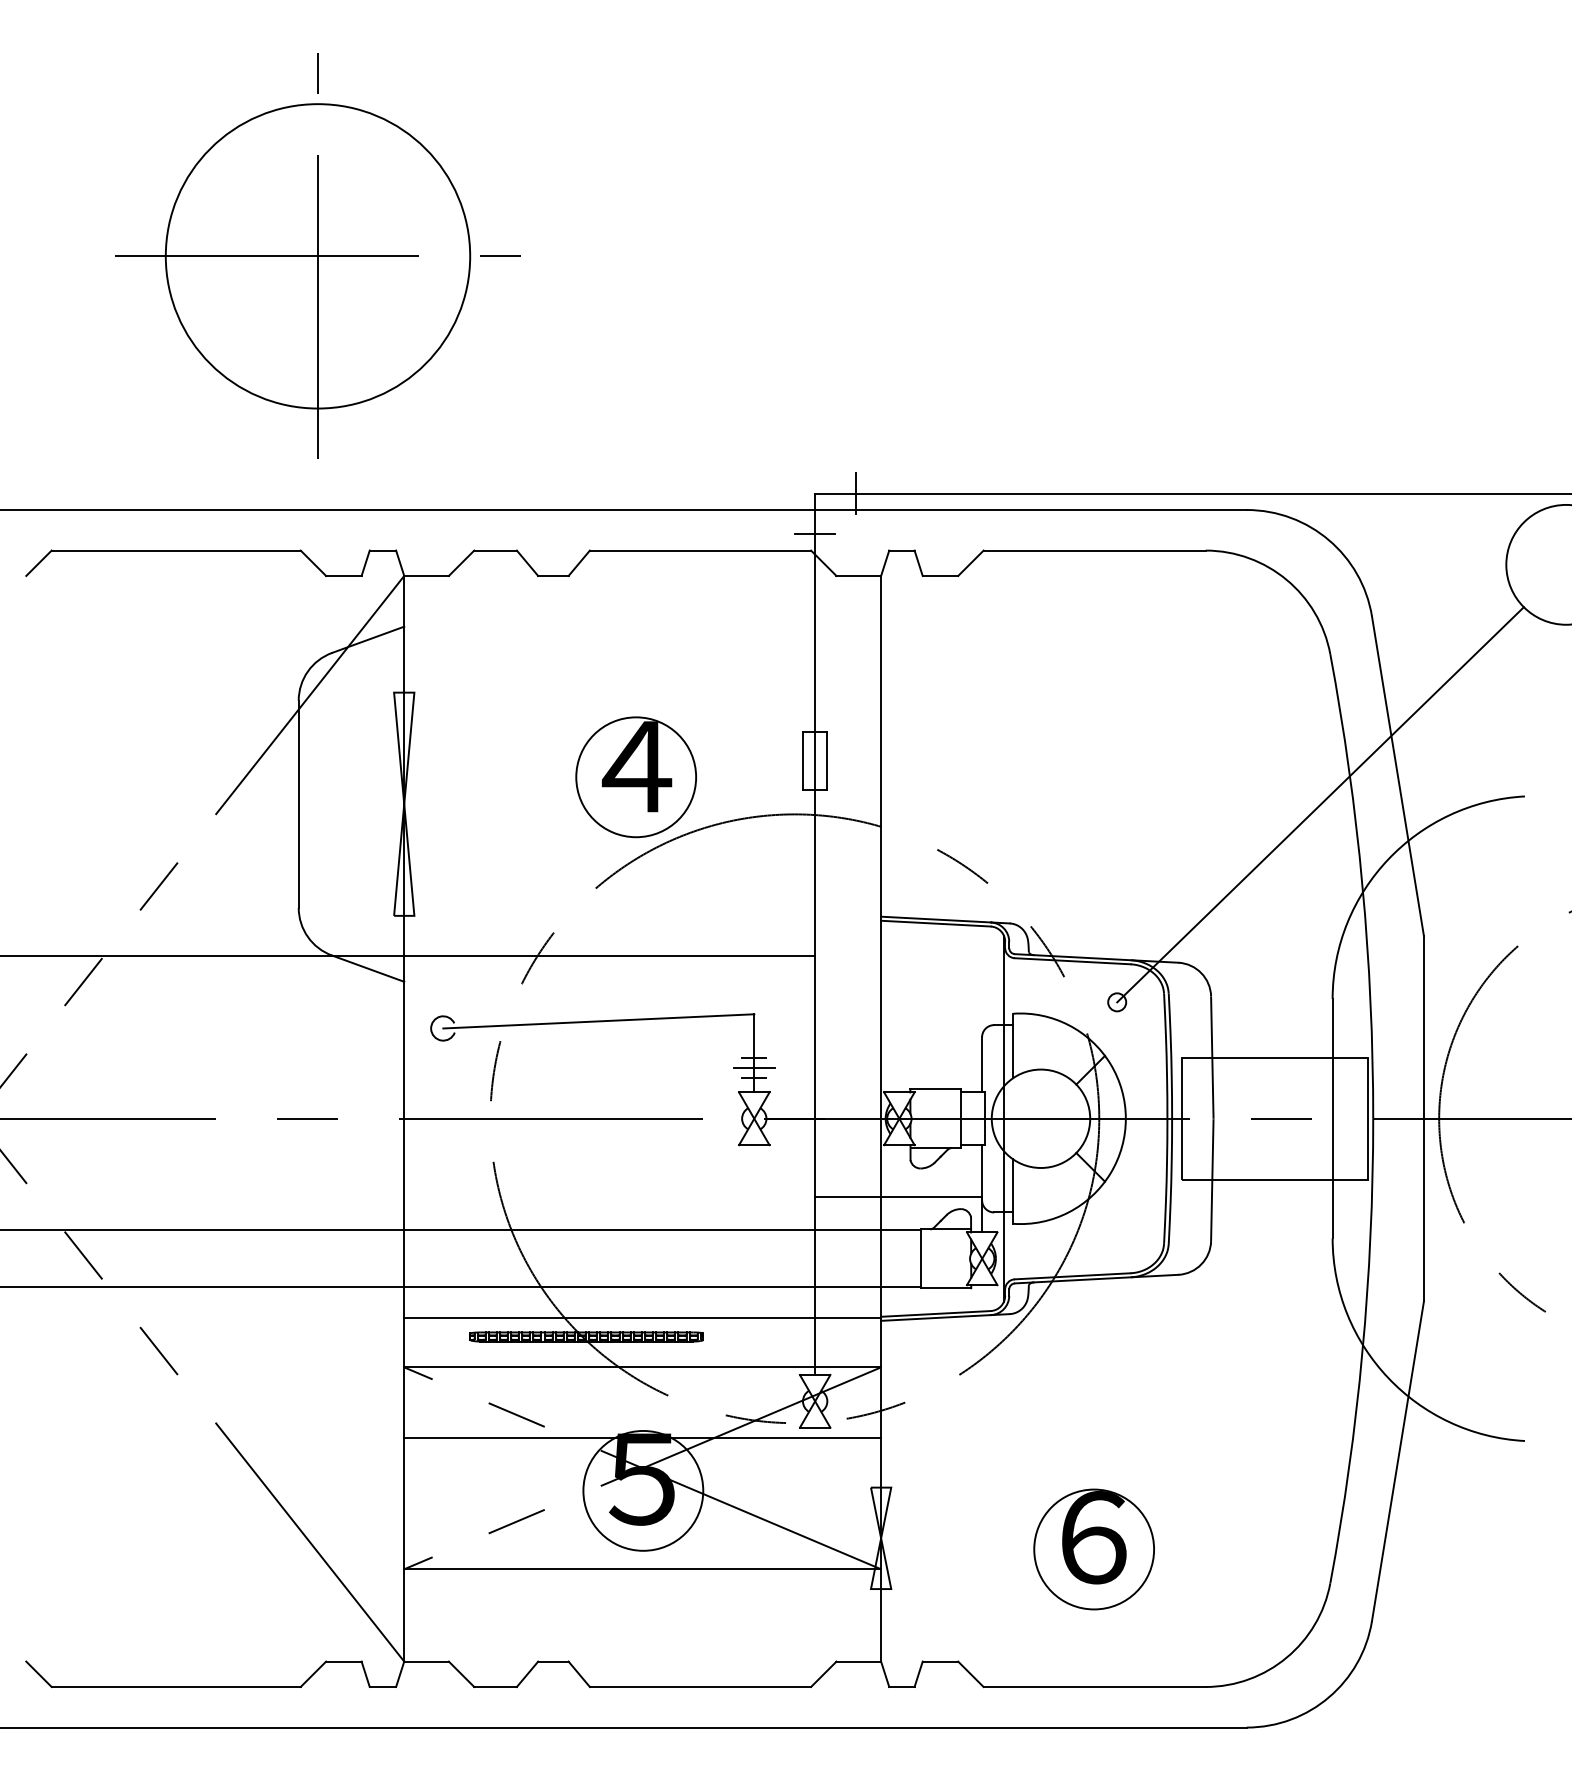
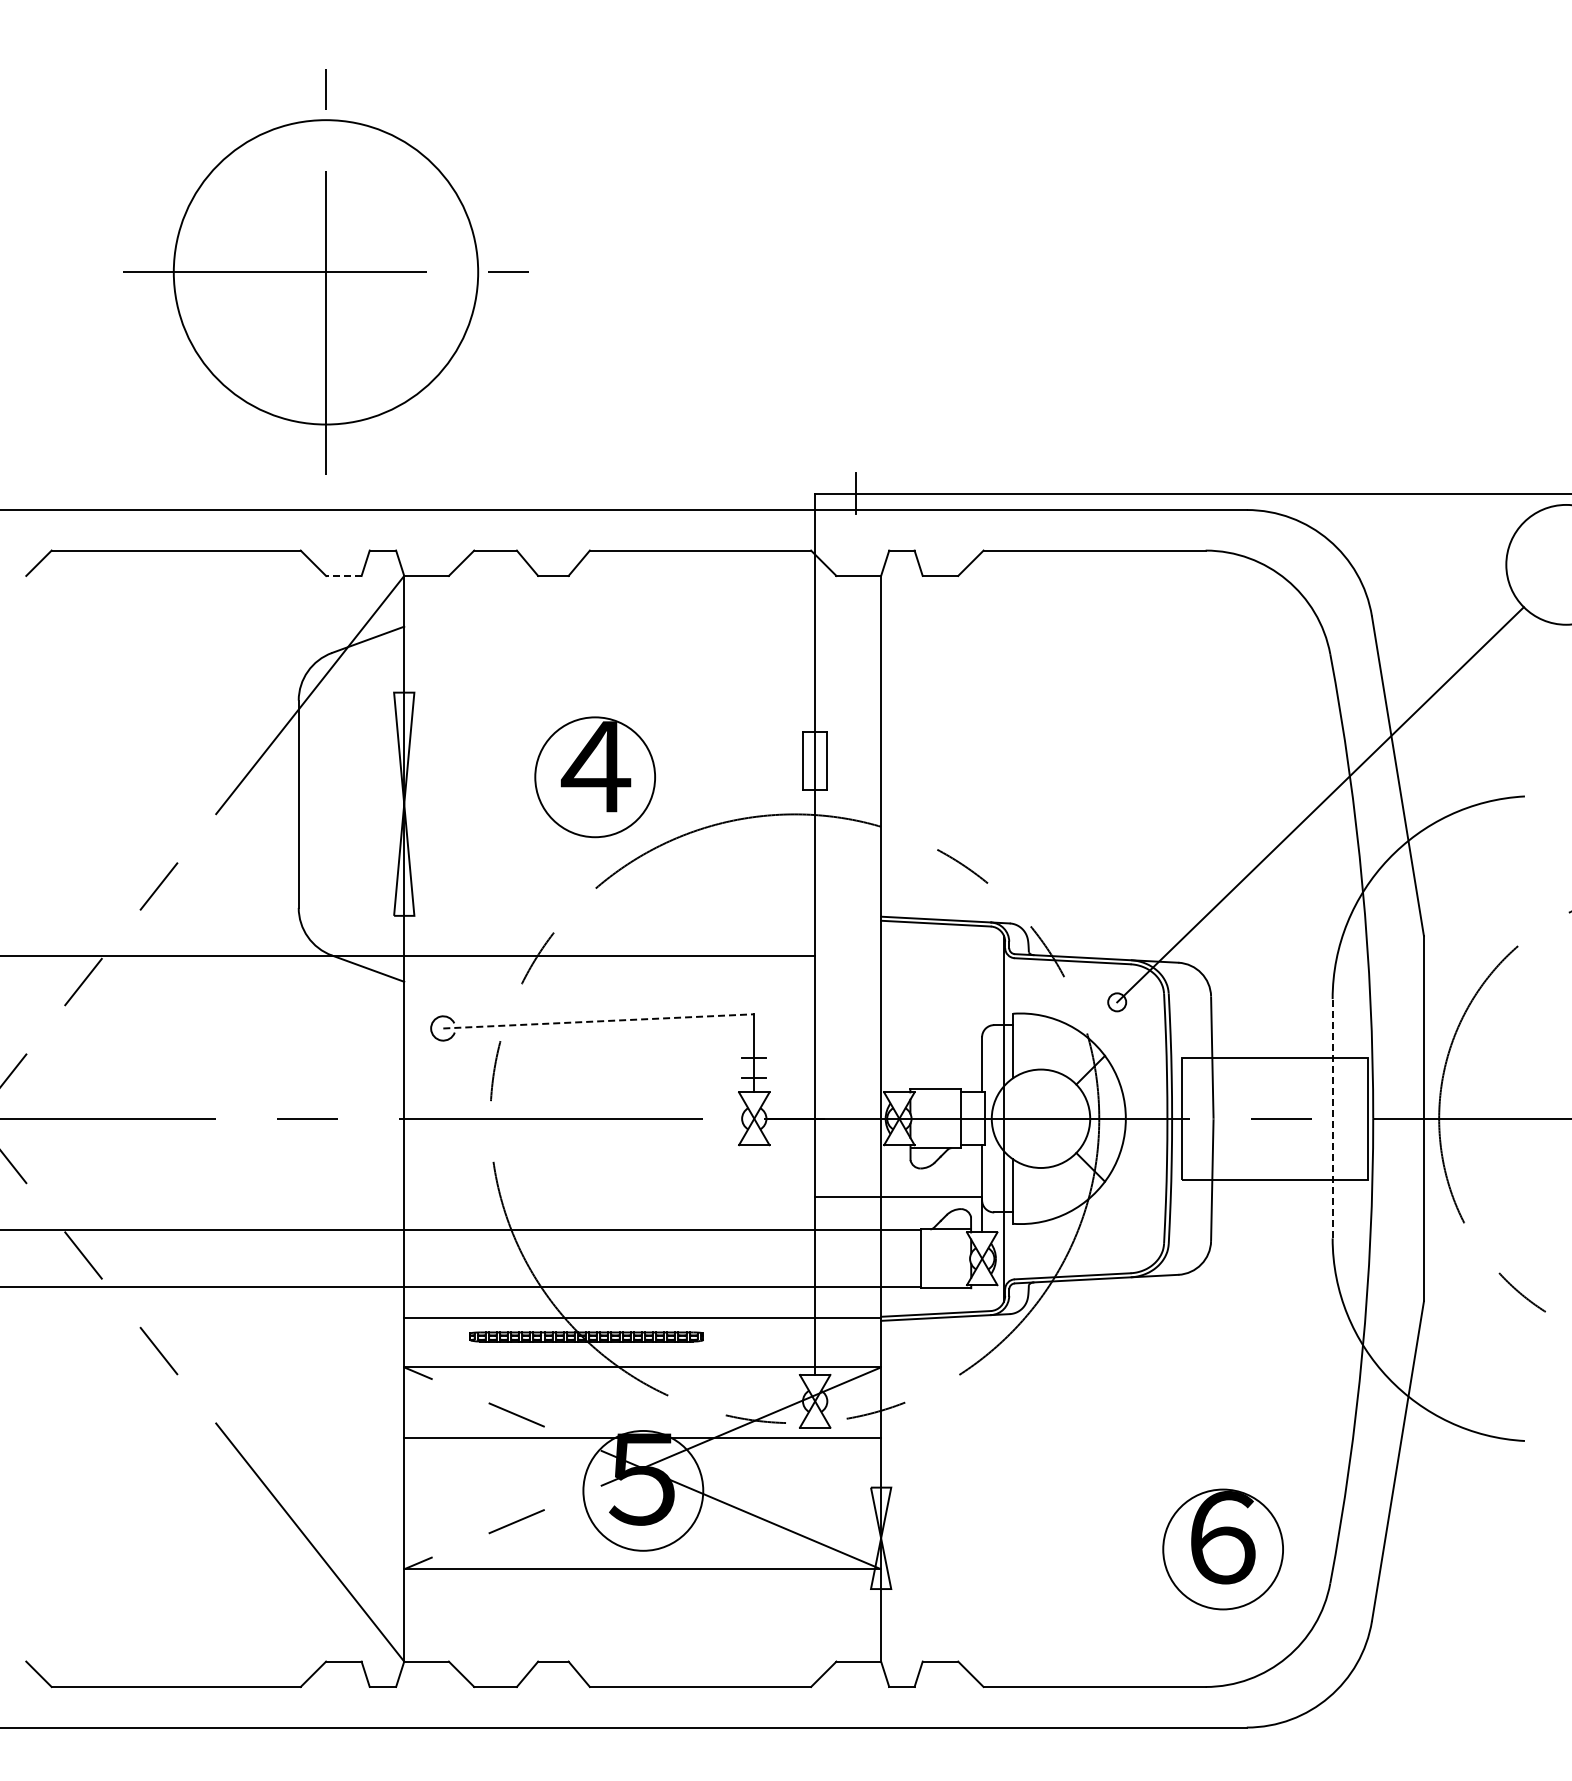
part at (317, 255) position: (317, 255) -> (325, 271)
line at (814, 534): present -> none
line at (343, 575): solid -> dashed
part at (635, 777) position: (635, 777) -> (594, 777)
line at (598, 1021): solid -> dashed
line at (754, 1067): present -> none
line at (1332, 1118): solid -> dashed
part at (1093, 1549) position: (1093, 1549) -> (1222, 1549)
